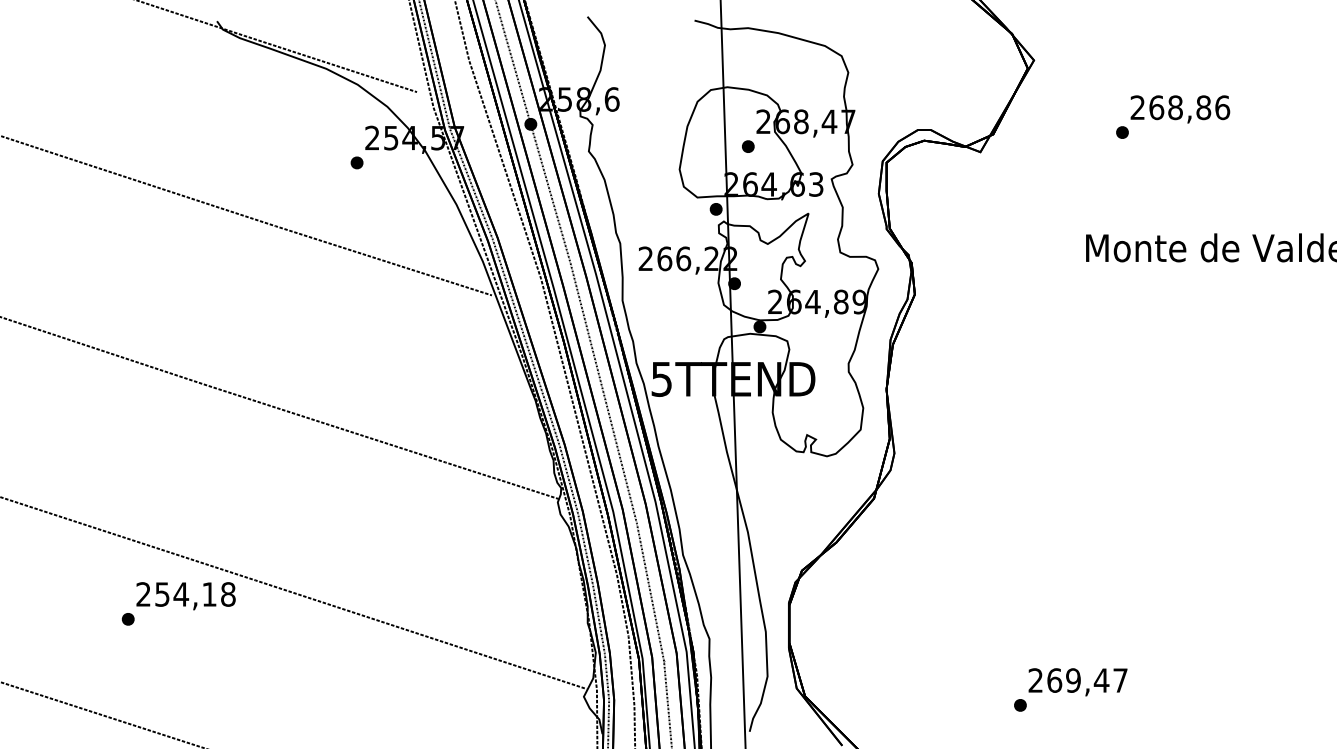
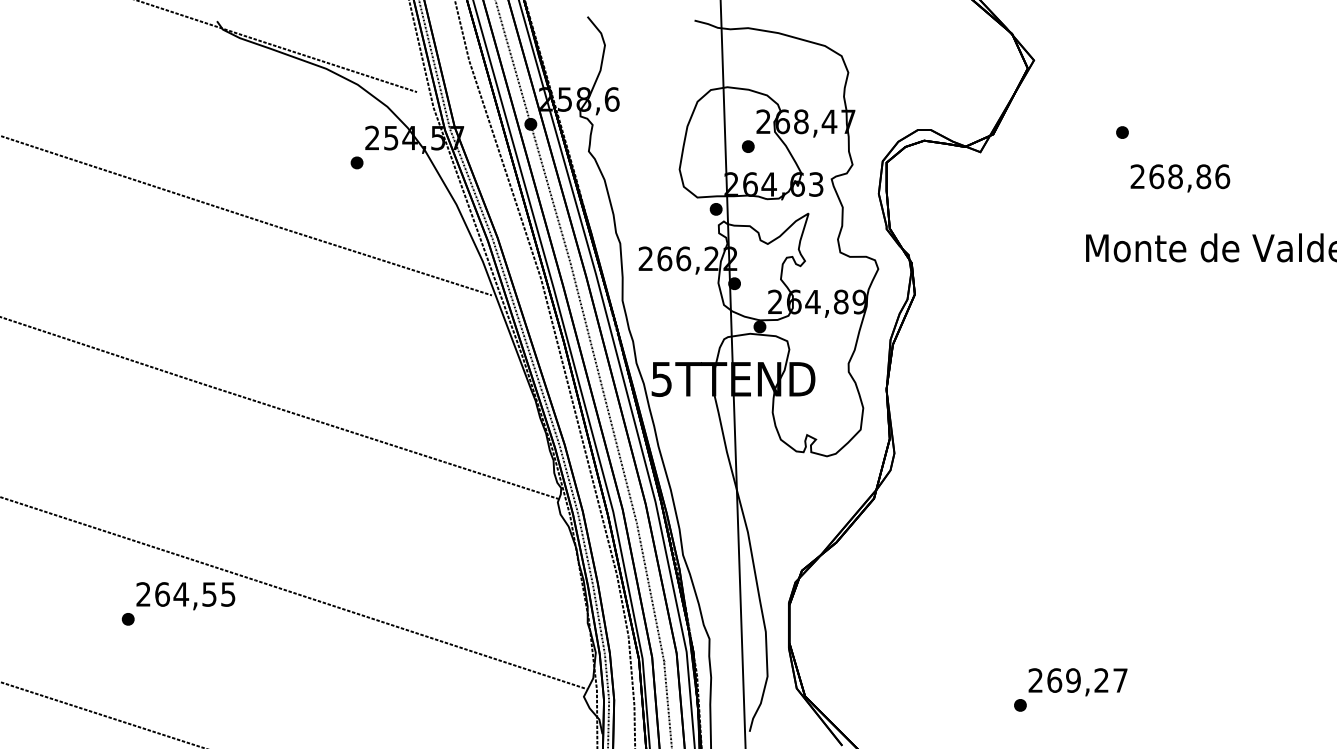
text at (1180, 109) position: (1180, 109) -> (1180, 178)
text at (195, 594): 254,18 -> 264,55
text at (1101, 680): 269,47 -> 269,27
